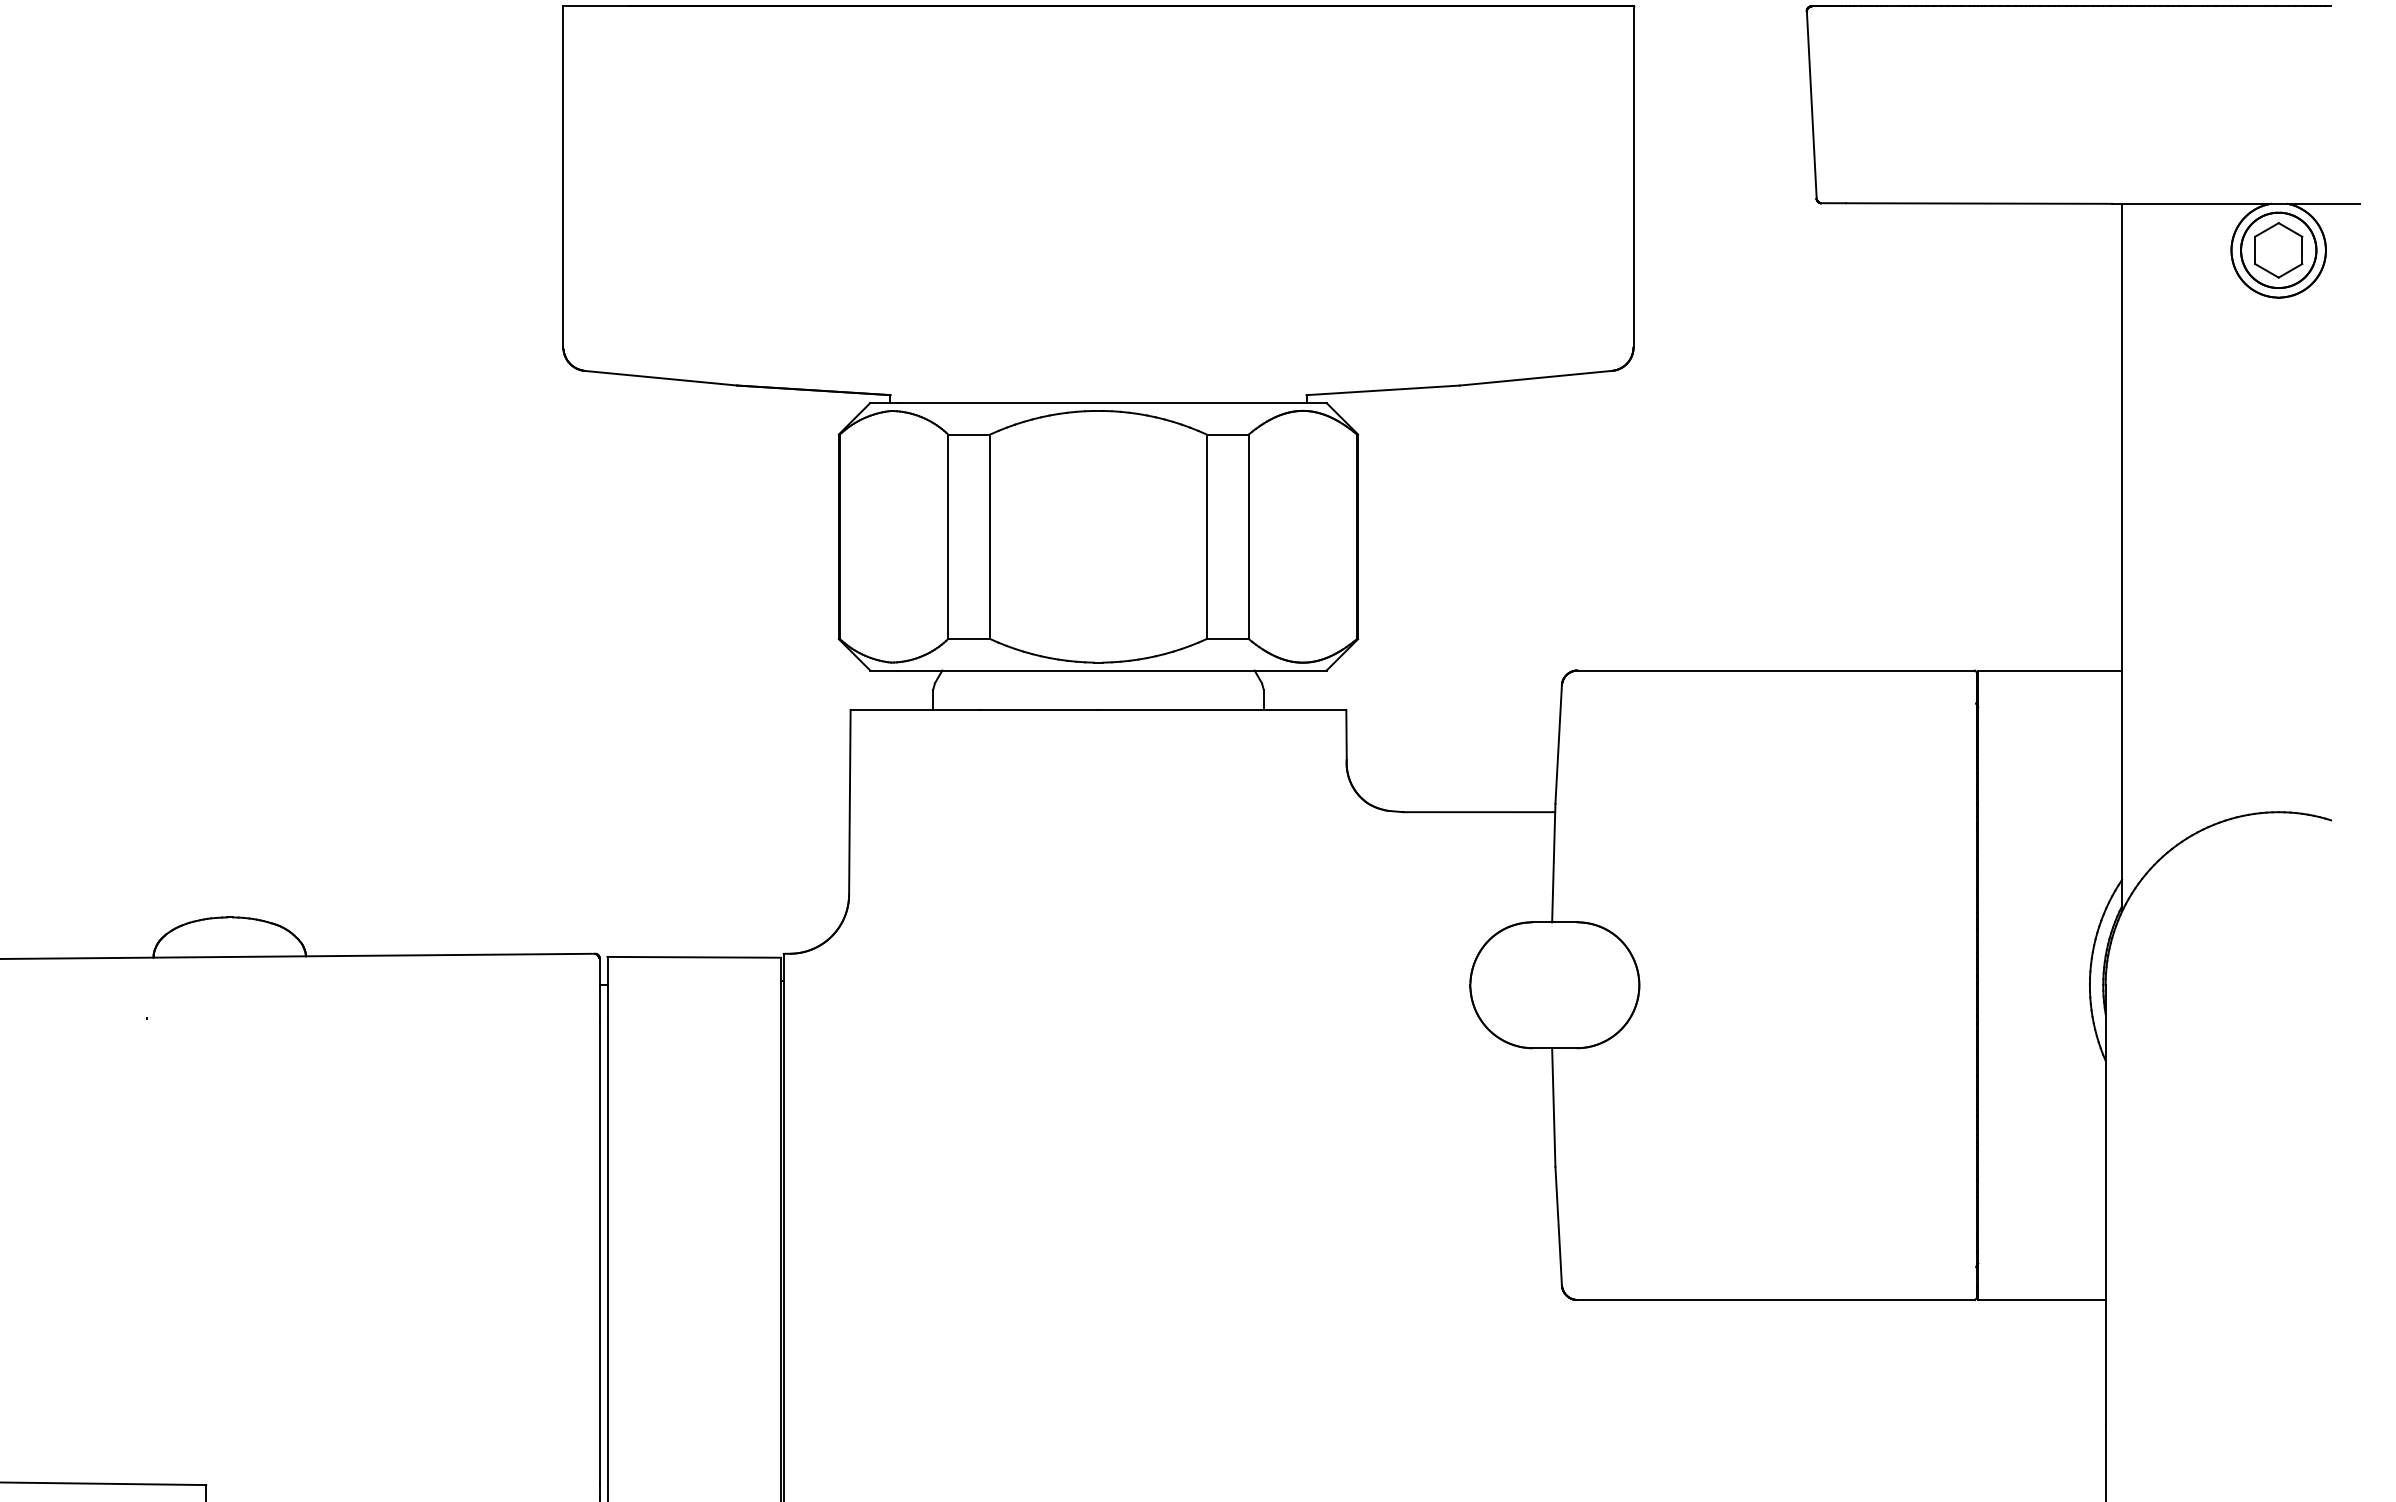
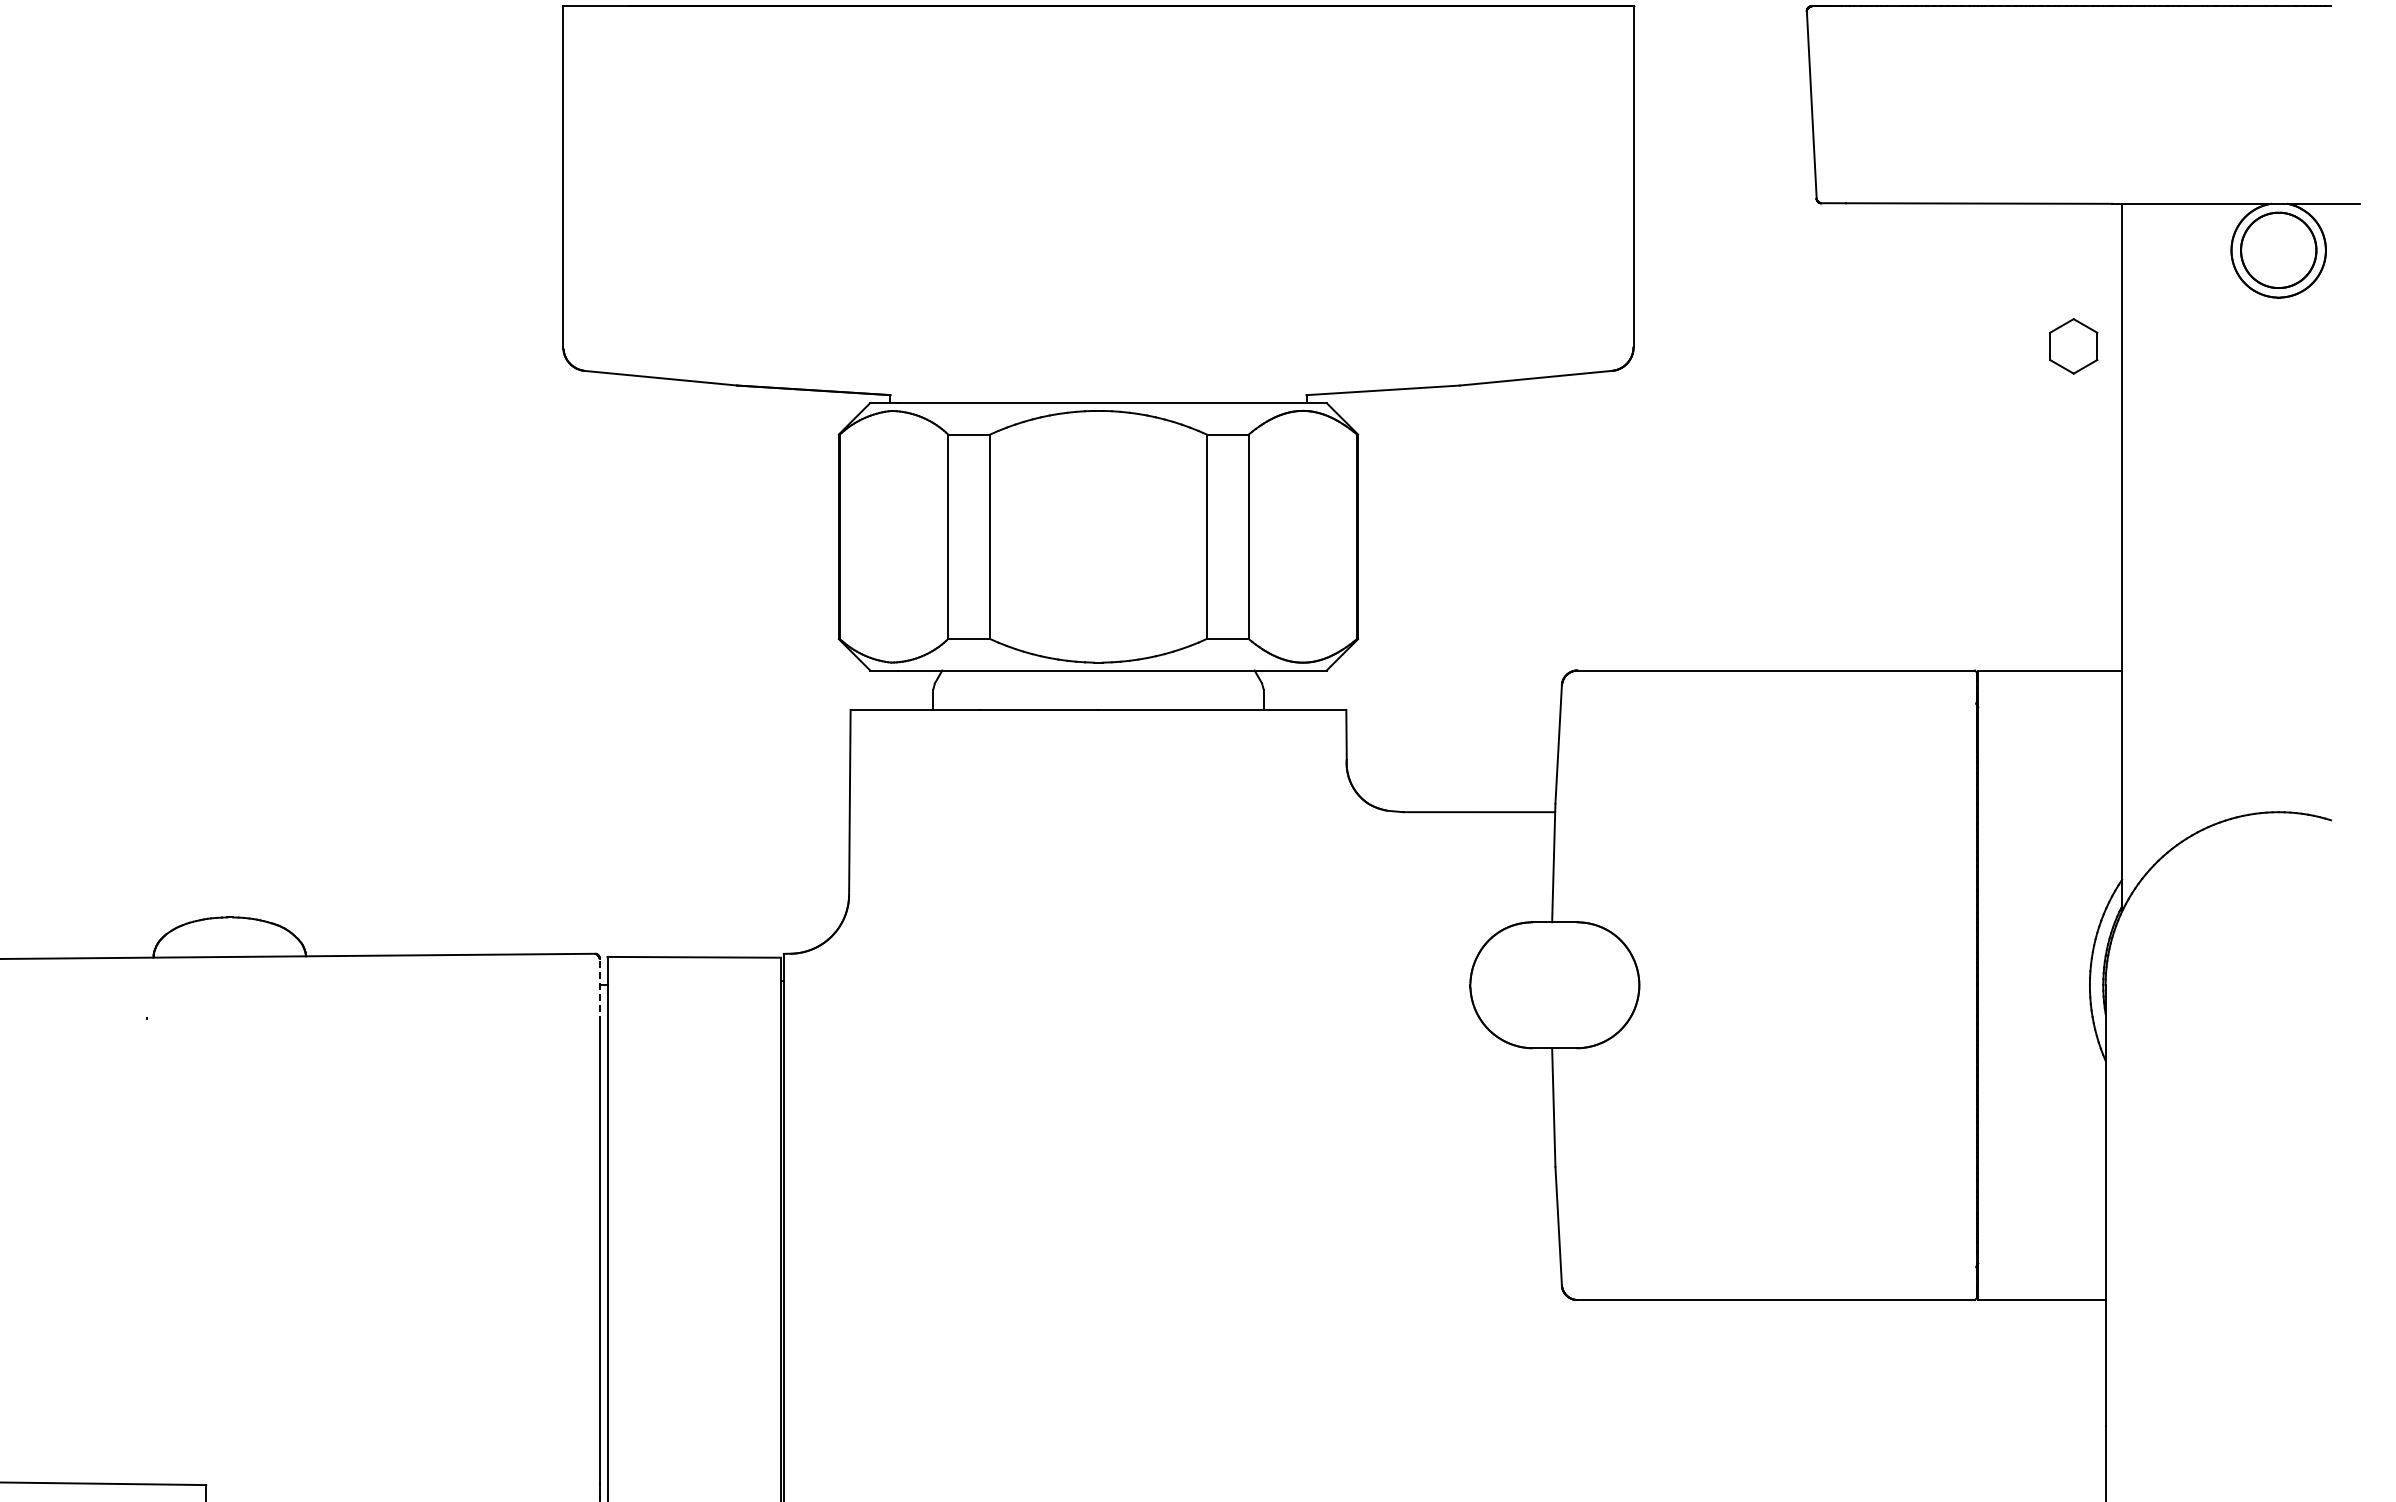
part at (2278, 250) position: (2278, 250) -> (2073, 346)
line at (599, 990): solid -> dashed
